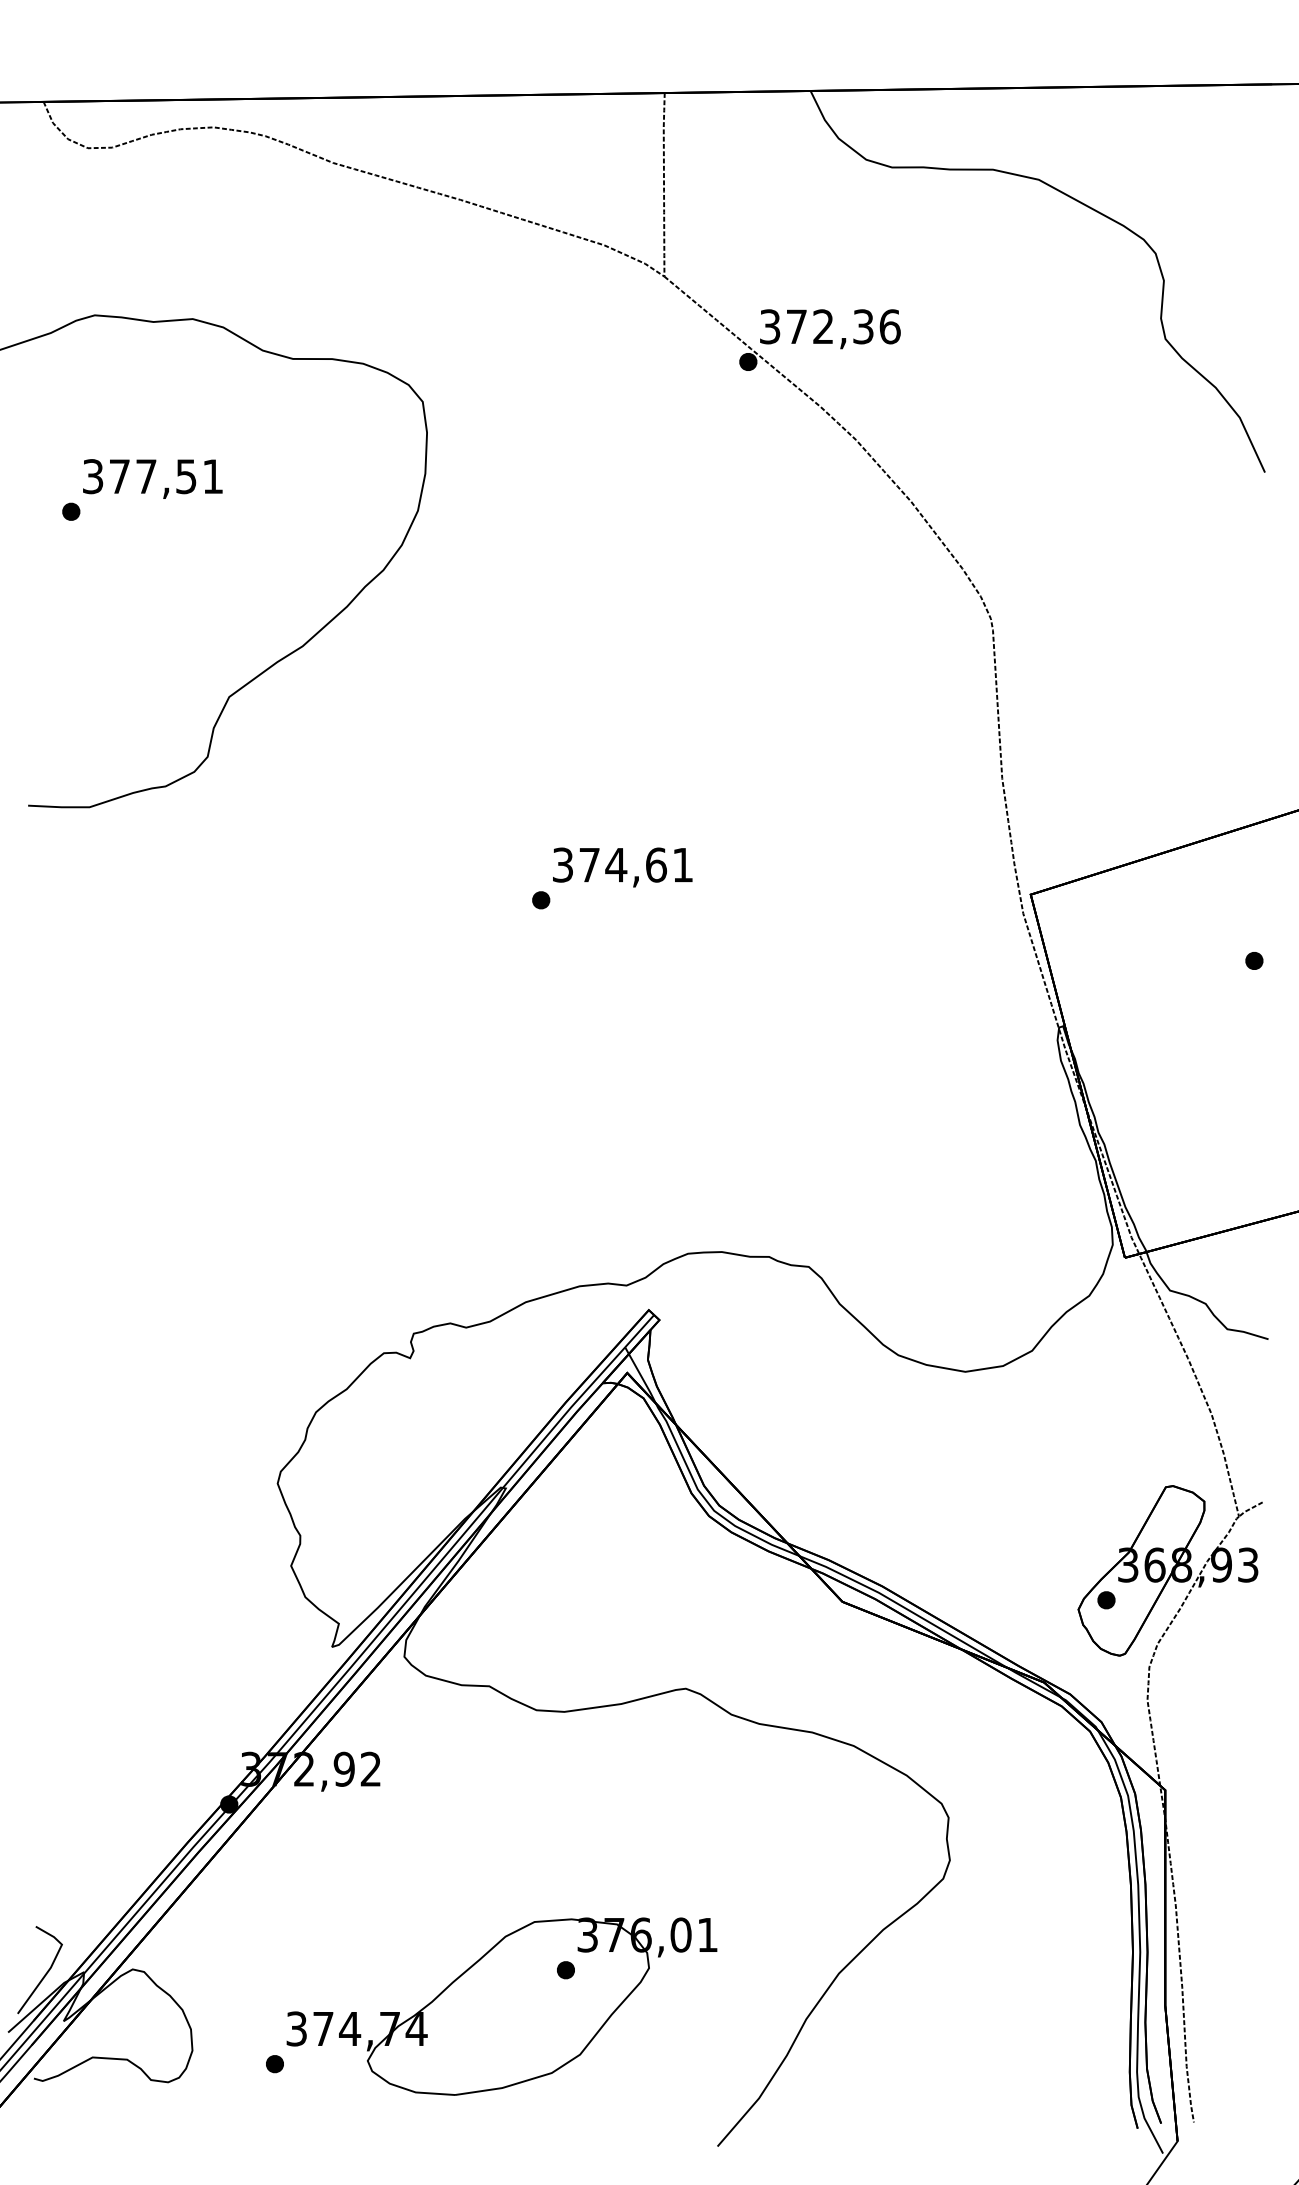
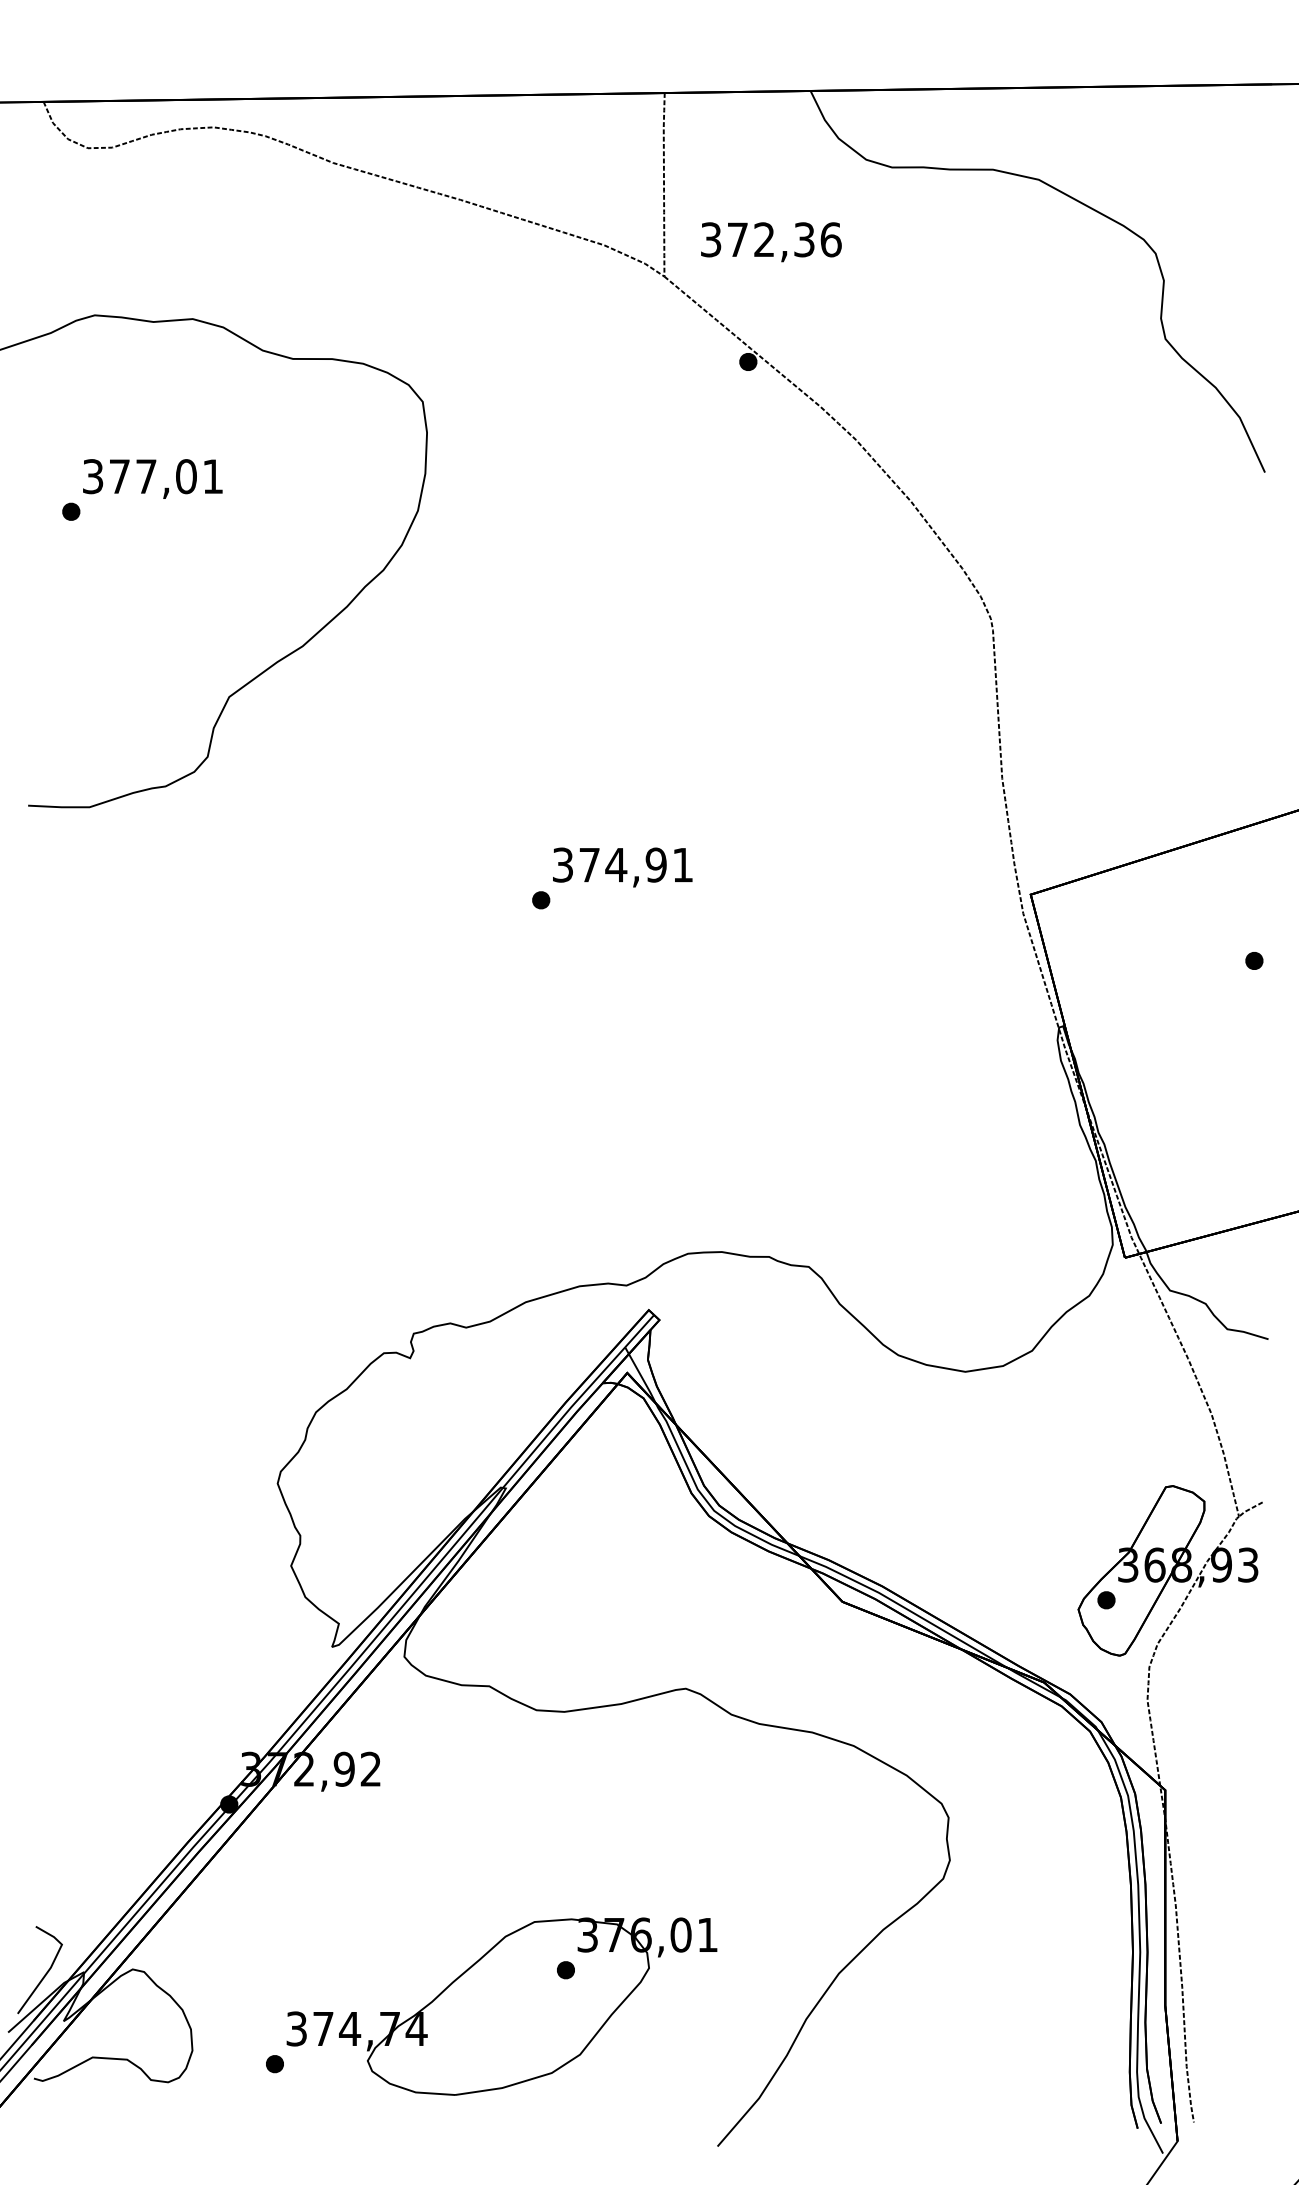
text at (830, 329) position: (830, 329) -> (771, 242)
text at (186, 476): 377,51 -> 377,01
text at (656, 864): 374,61 -> 374,91
